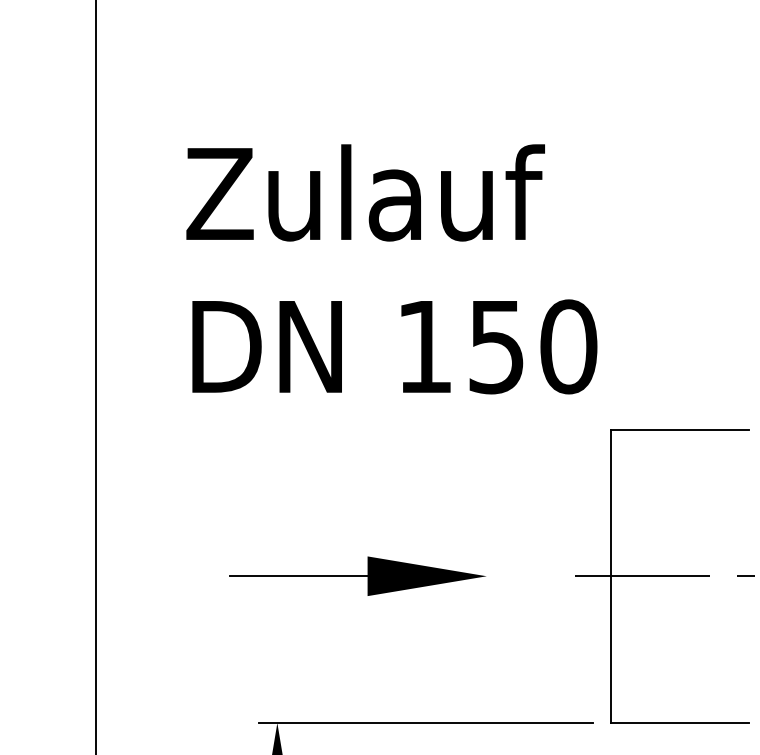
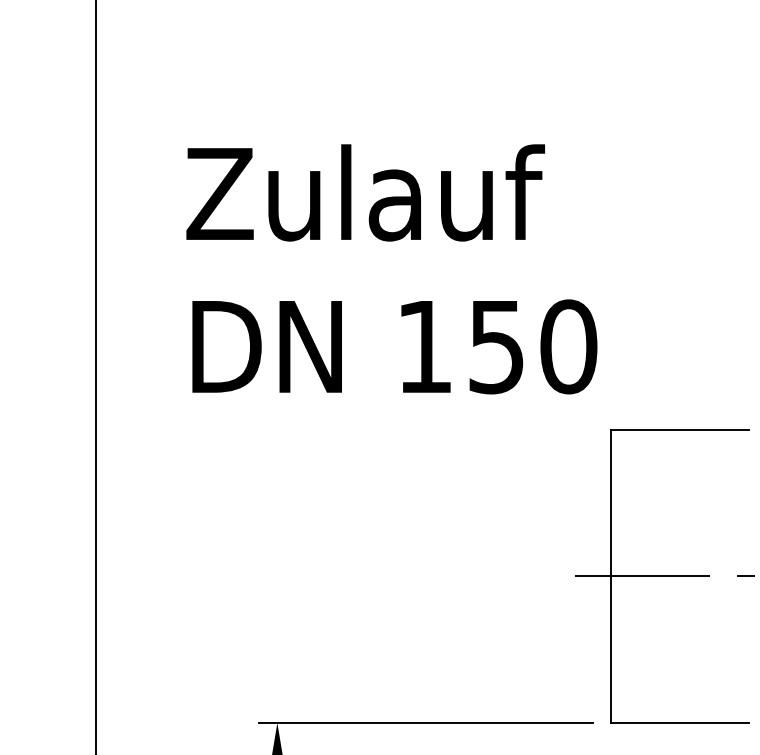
part at (357, 575): present -> none
